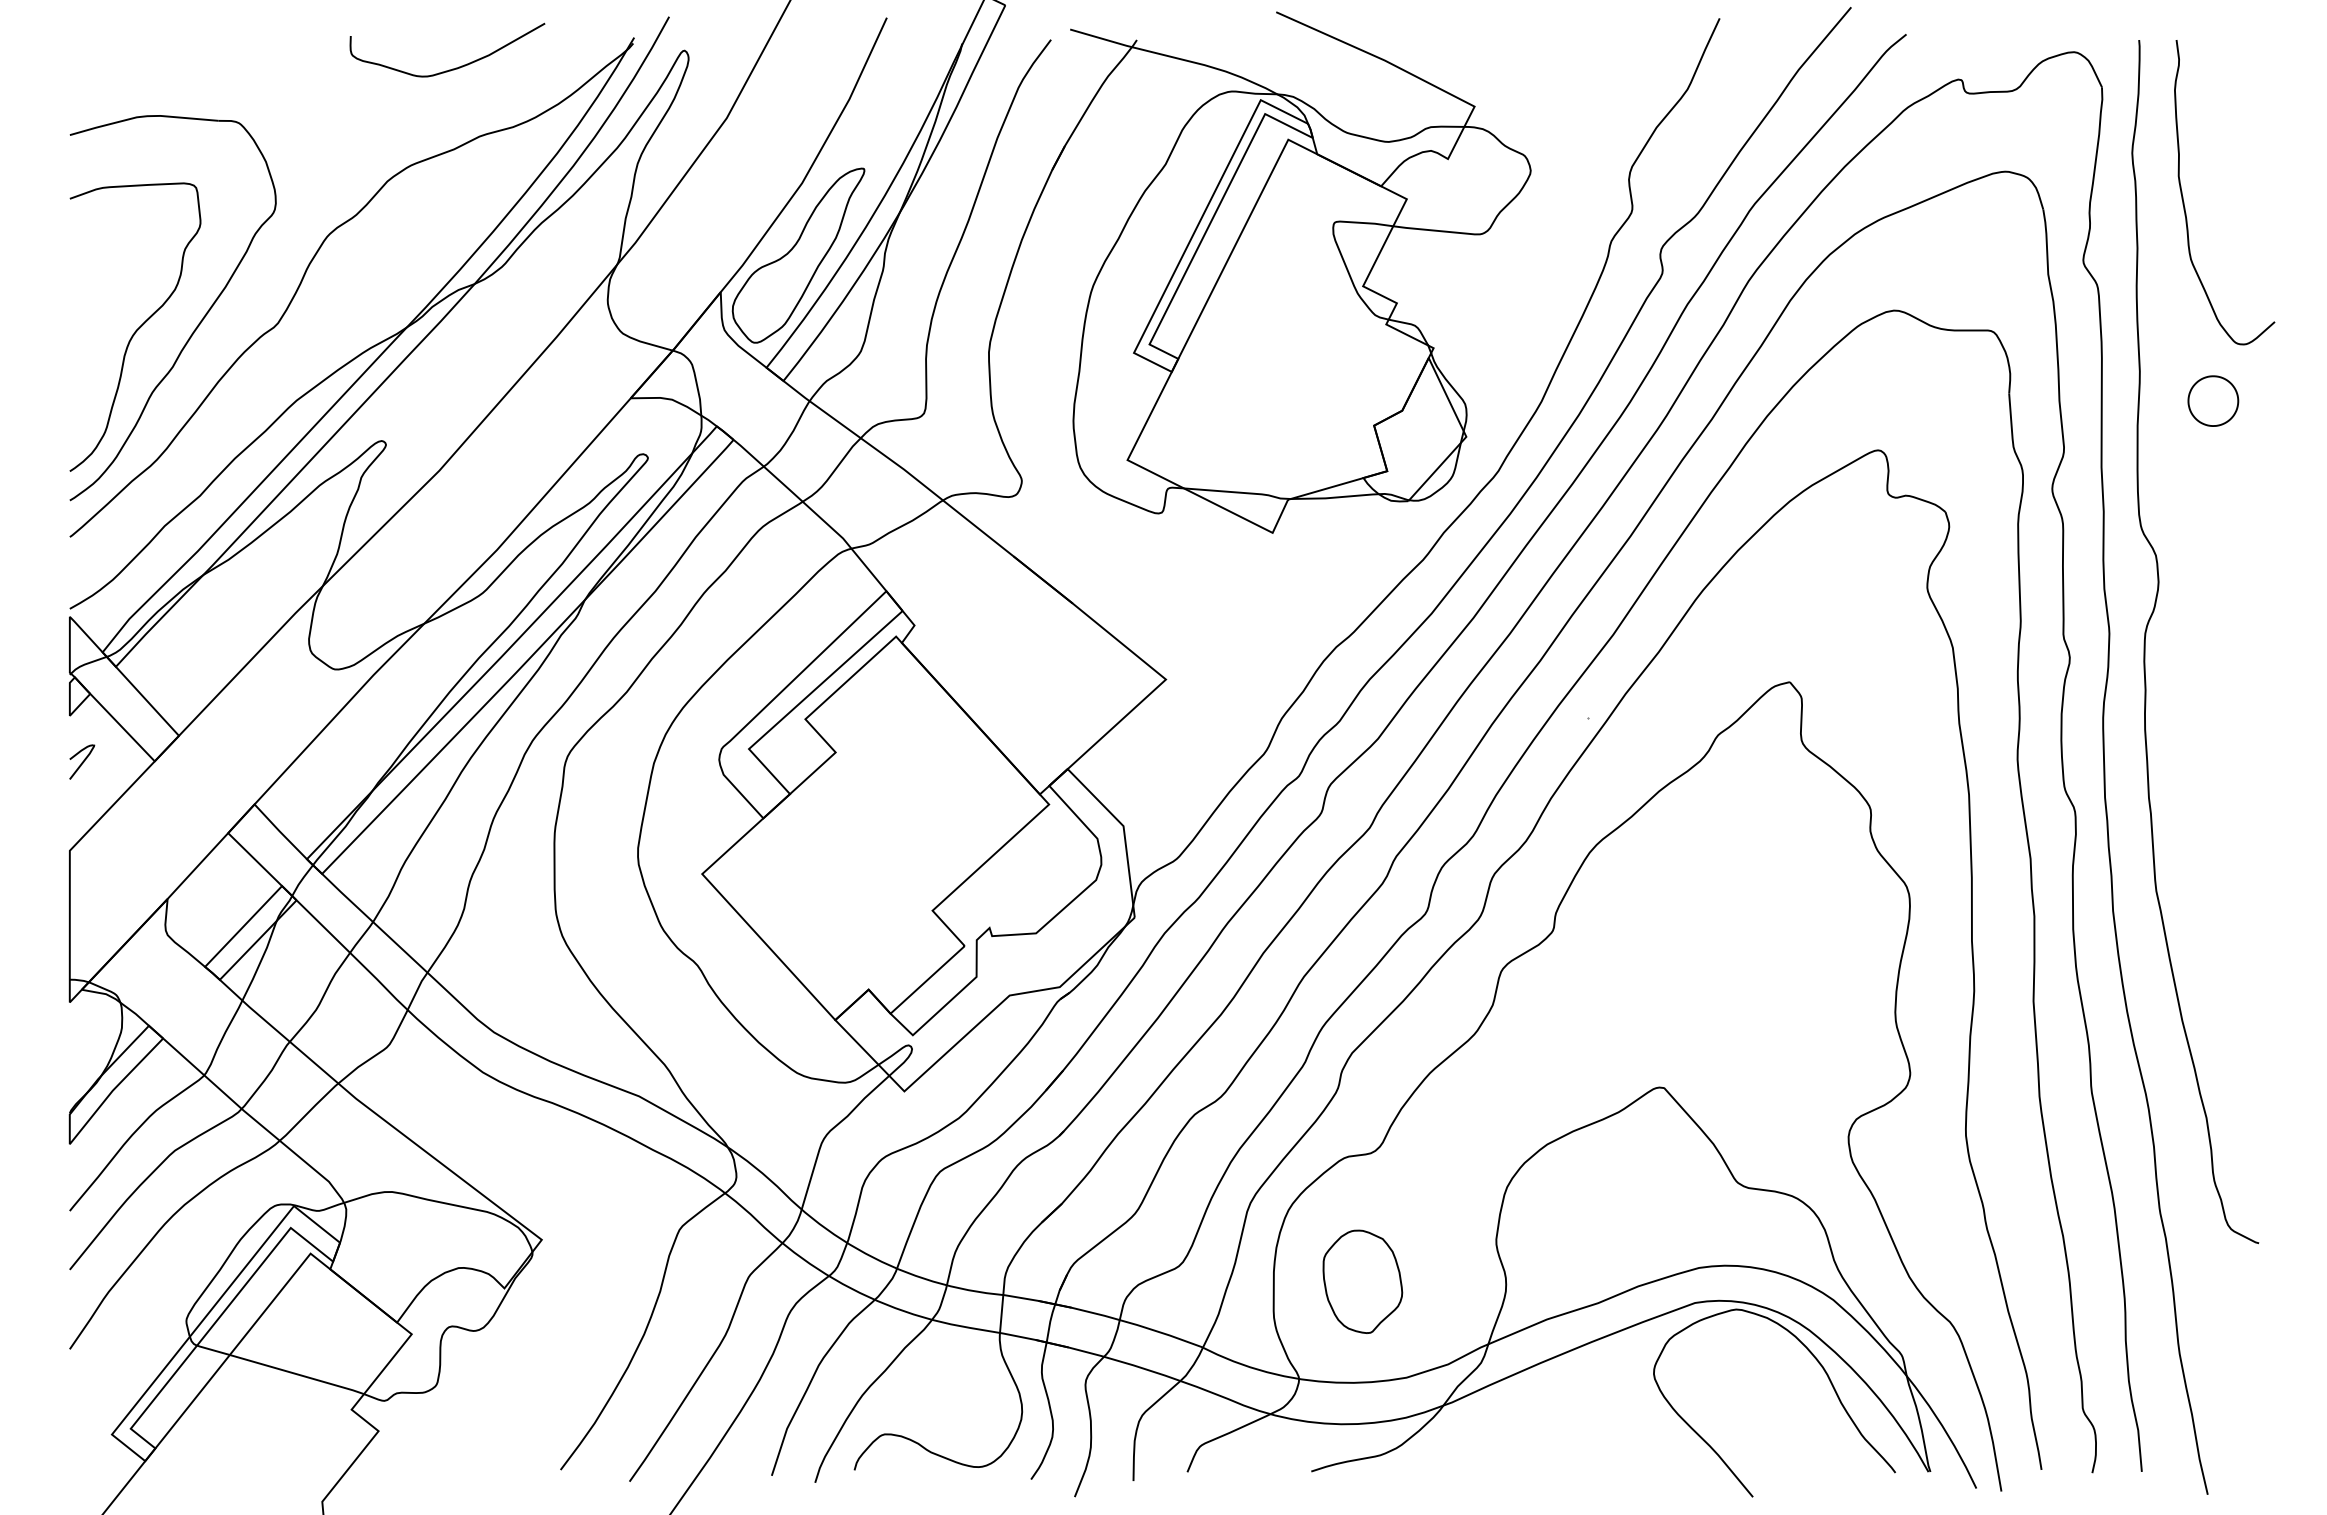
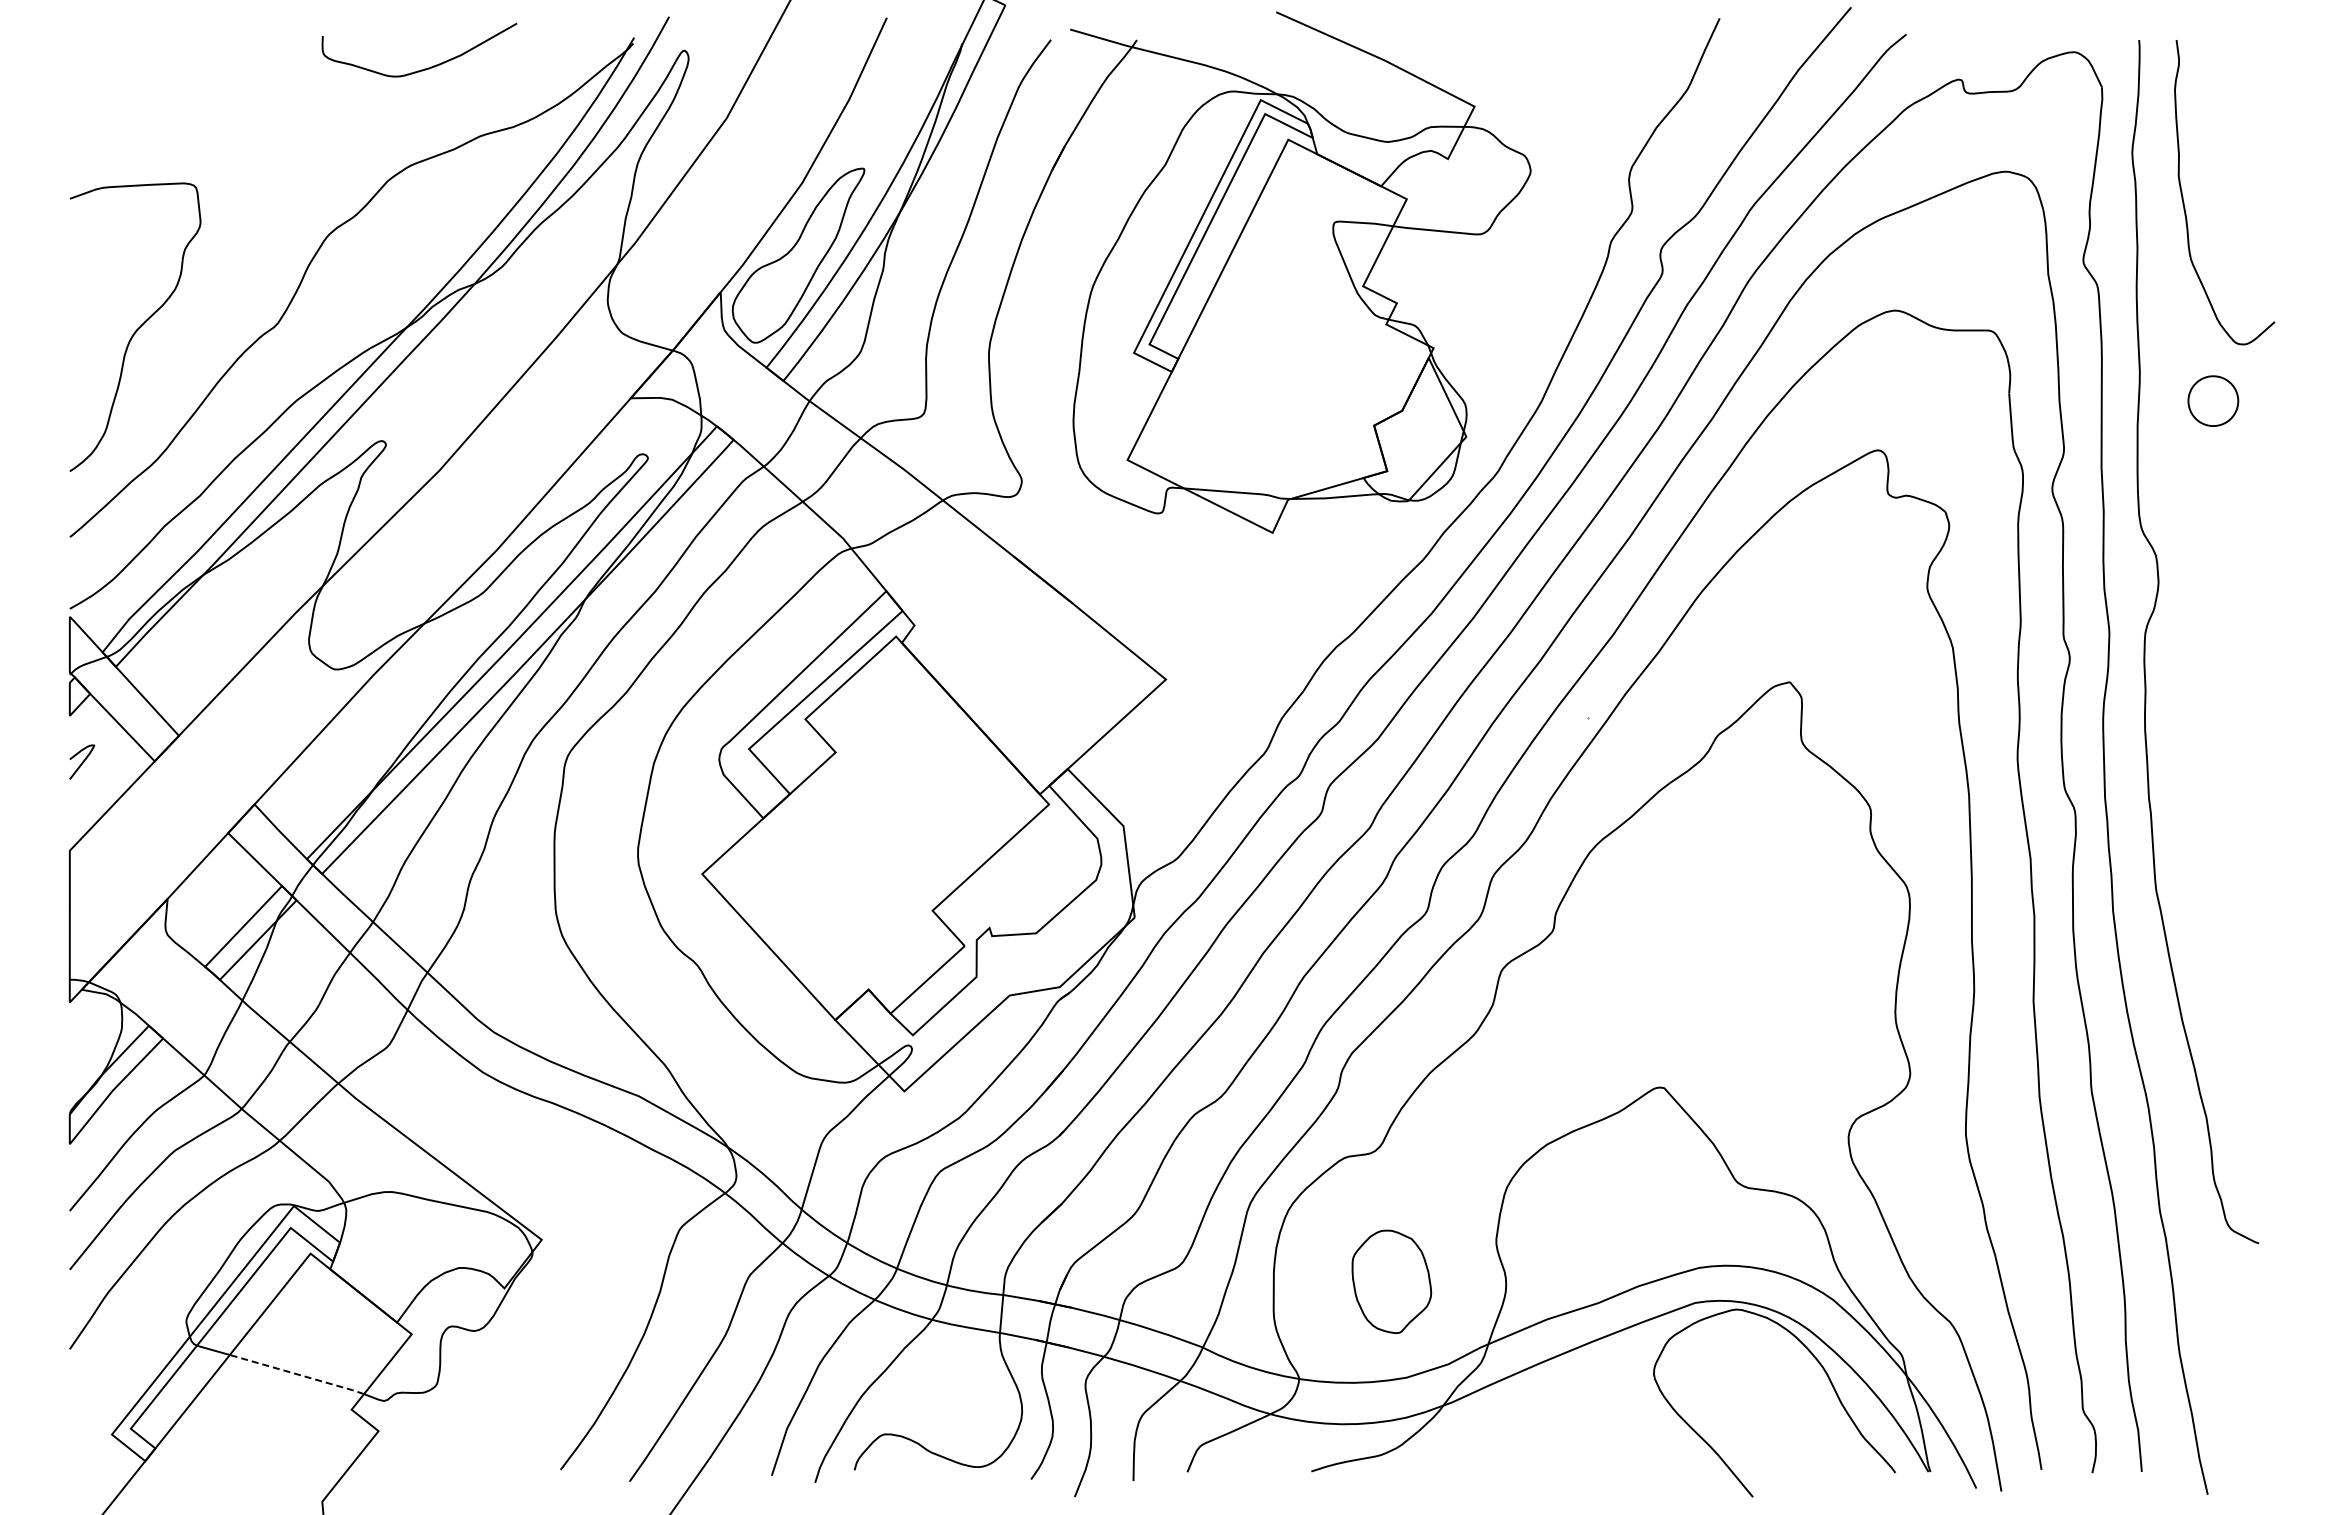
curve at (452, 68) position: (452, 68) -> (424, 68)
part at (196, 326): present -> none
part at (1362, 1281) position: (1362, 1281) -> (1391, 1281)
line at (297, 1374): solid -> dashed
